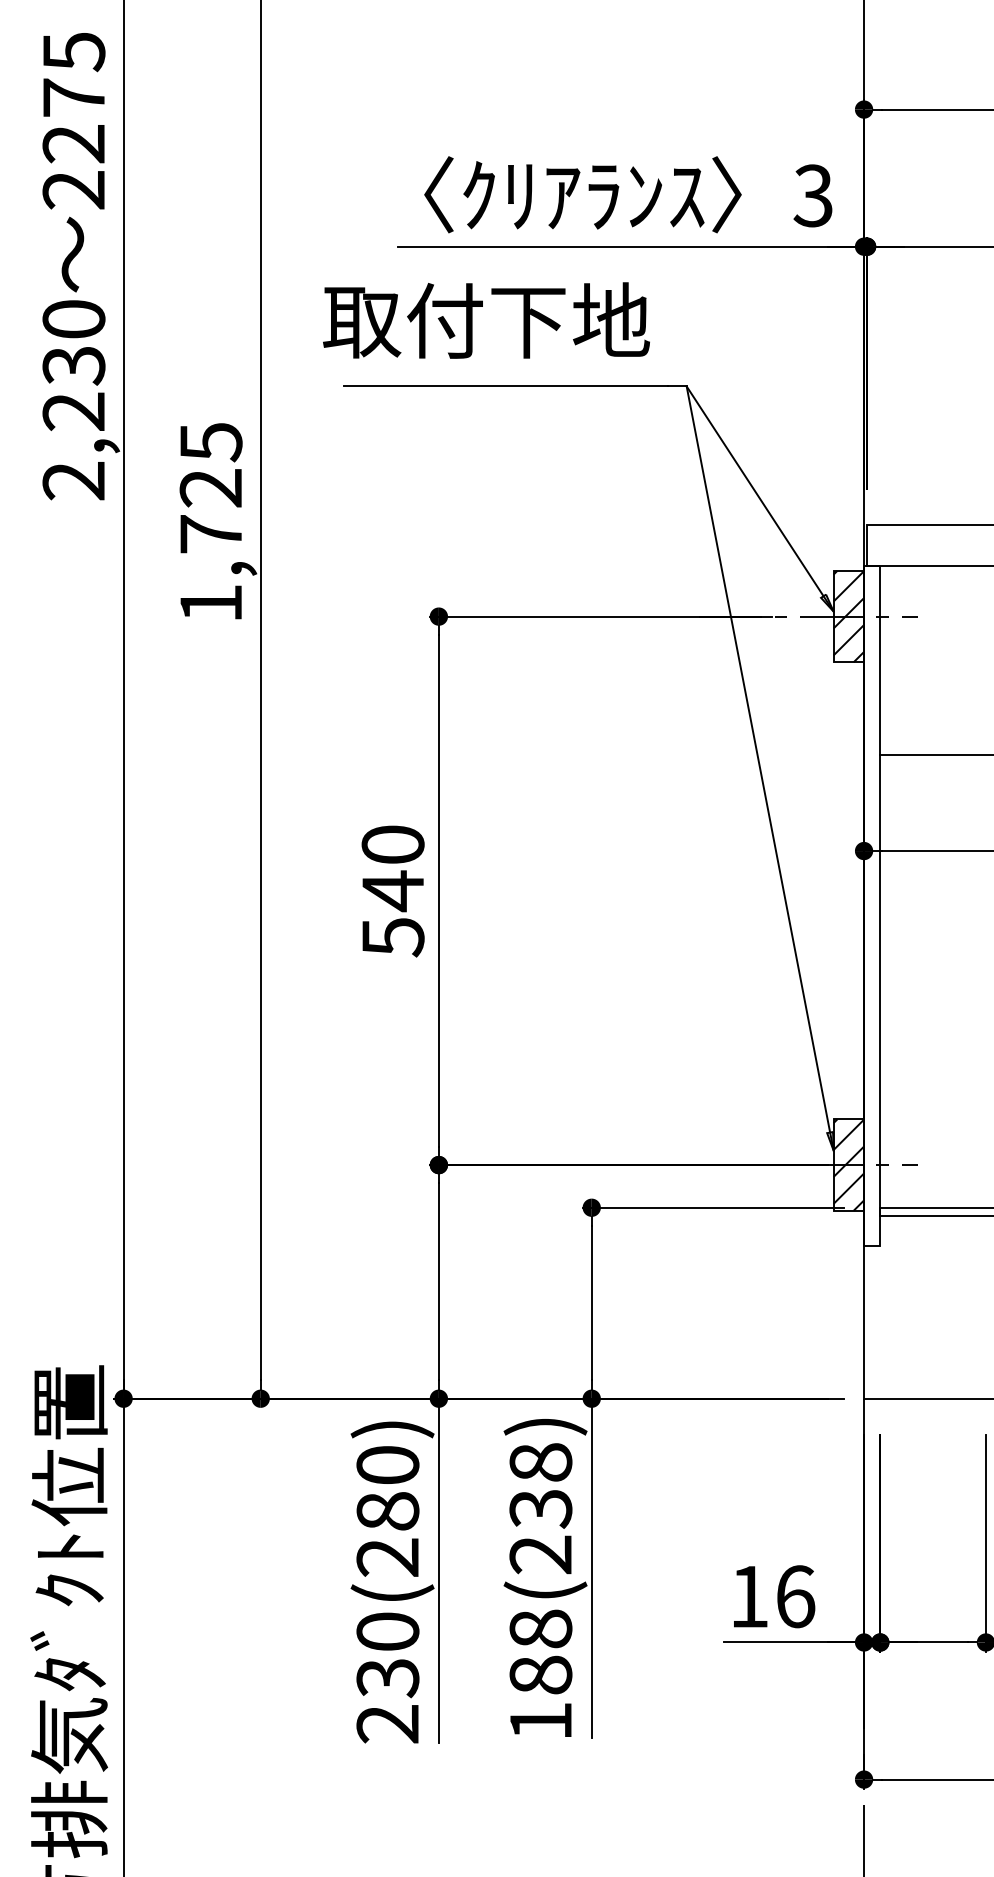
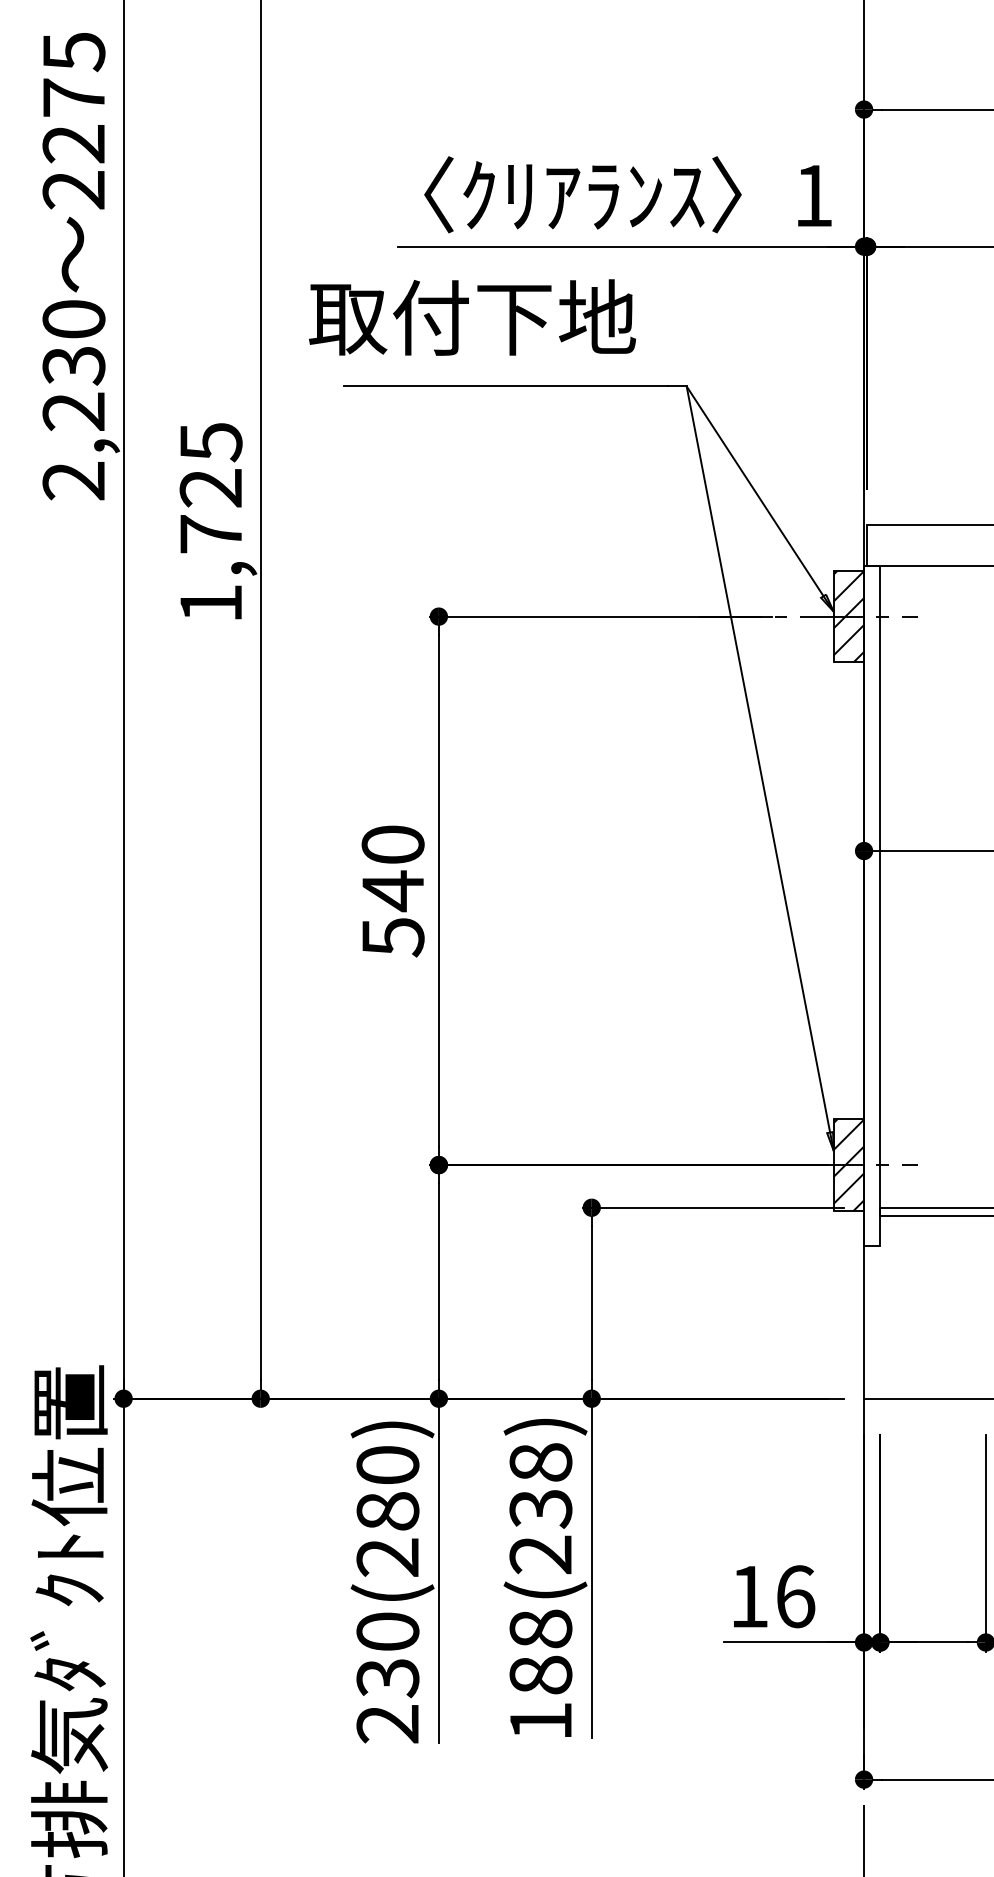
text at (812, 195): 3 -> 1
text at (486, 320) position: (486, 320) -> (472, 317)
line at (935, 754): present -> none
